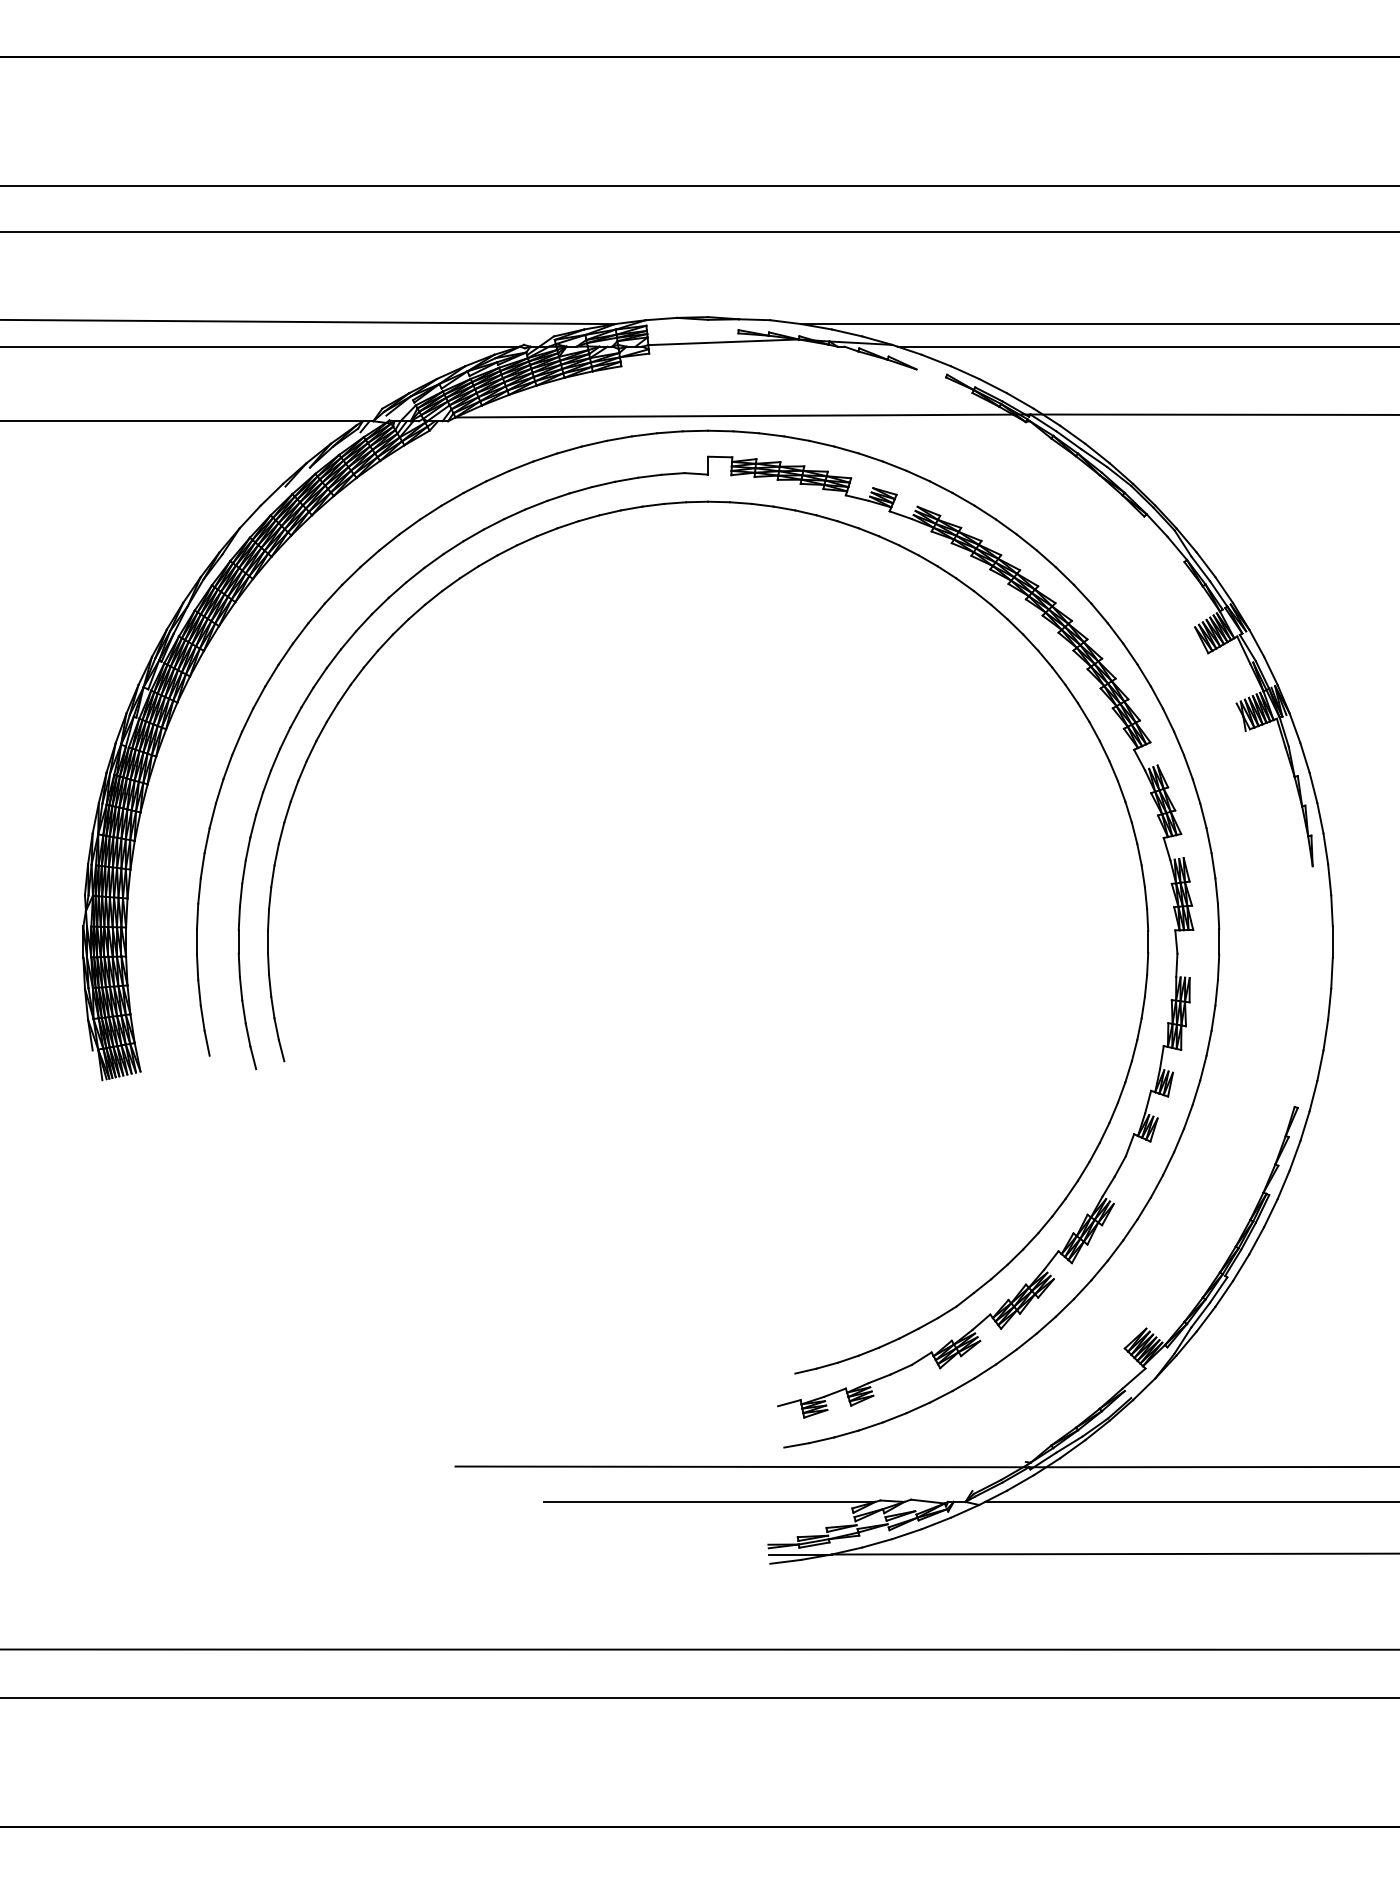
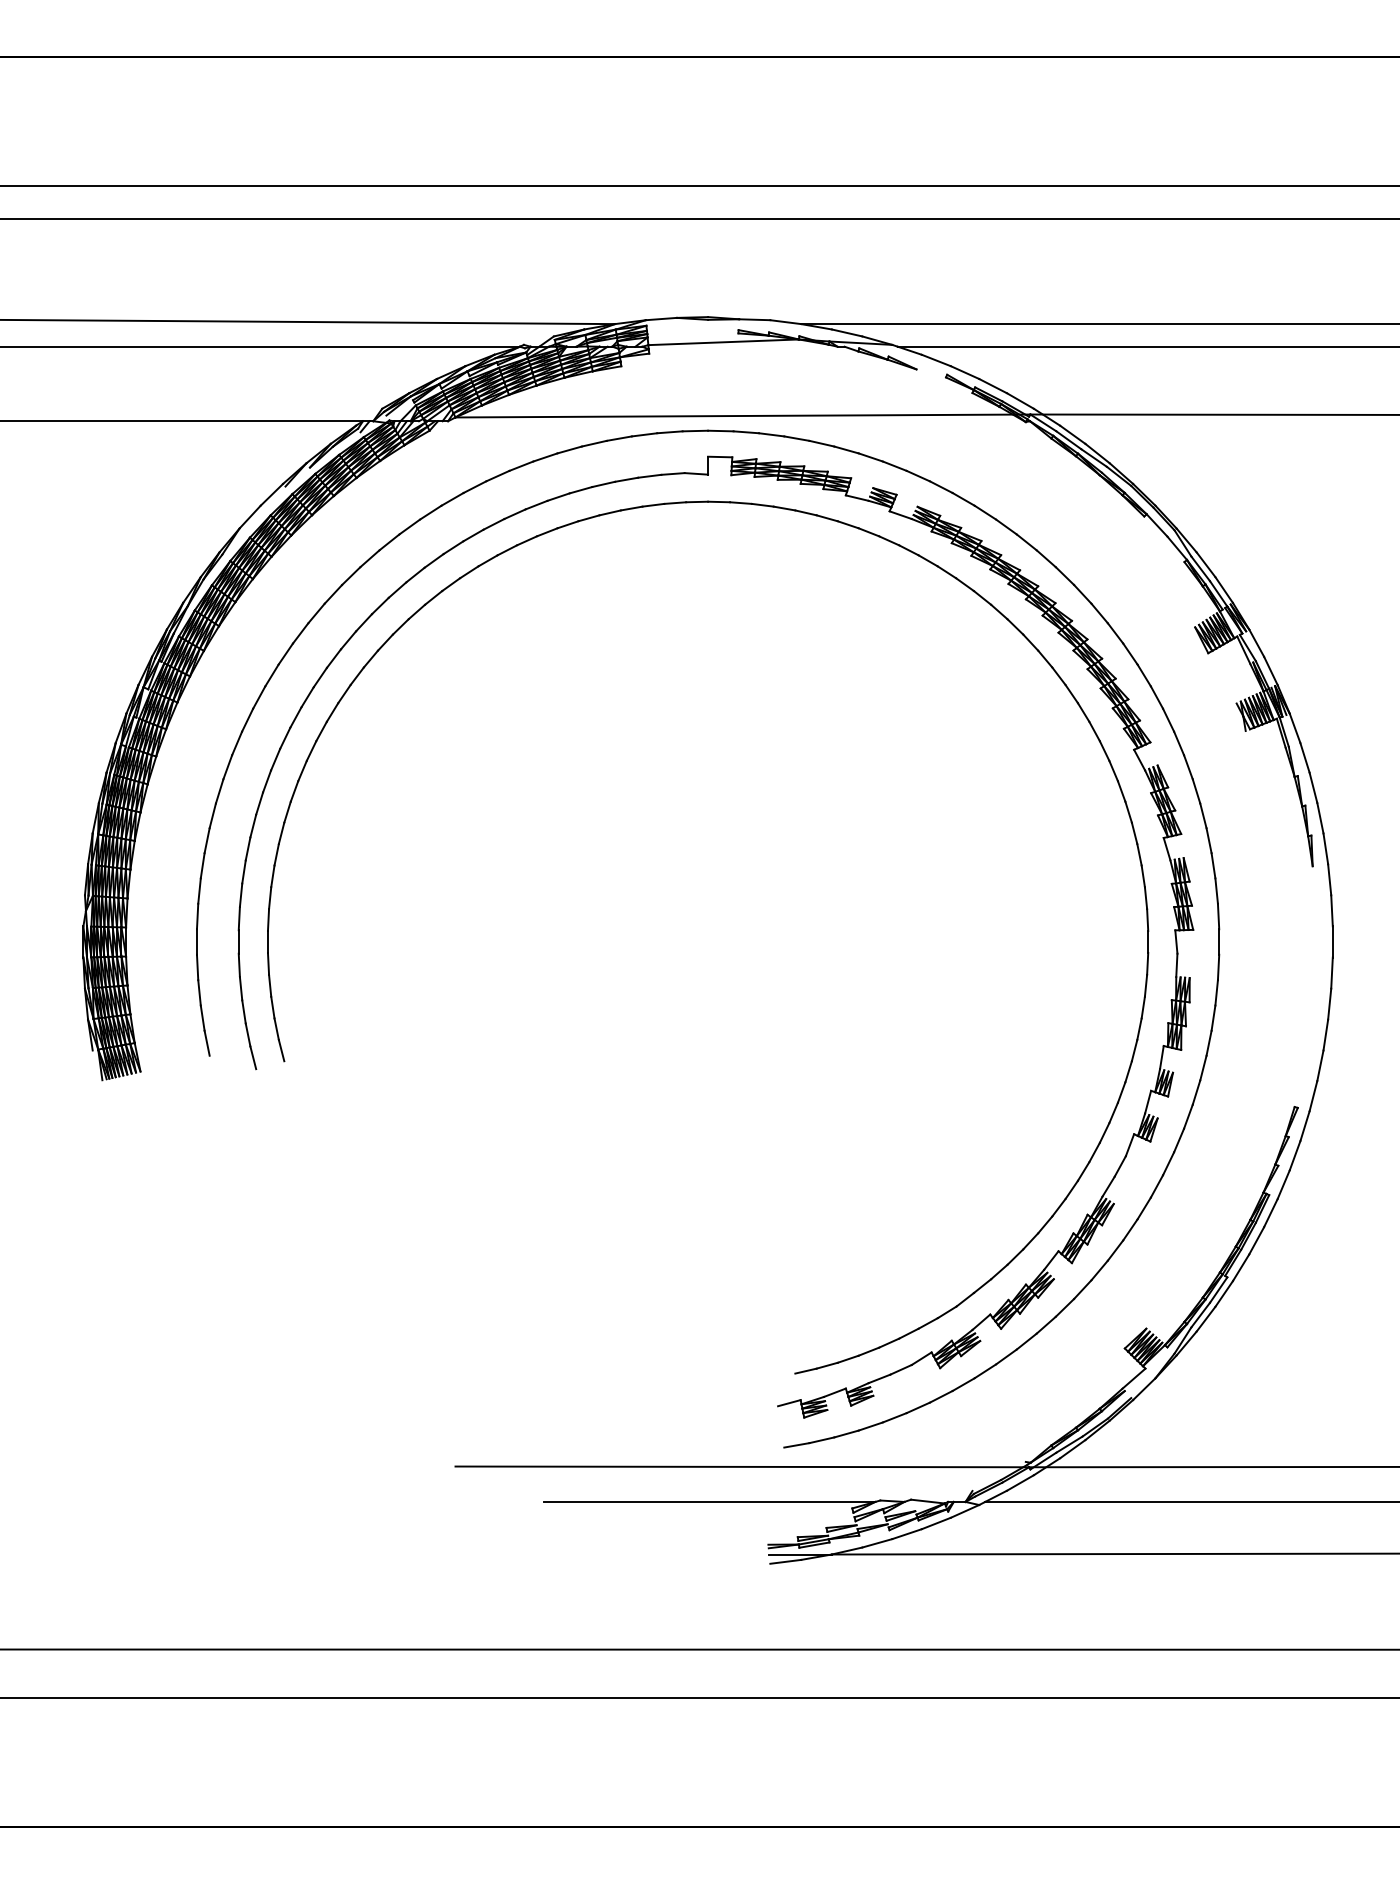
line at (699, 231) position: (699, 231) -> (699, 218)
